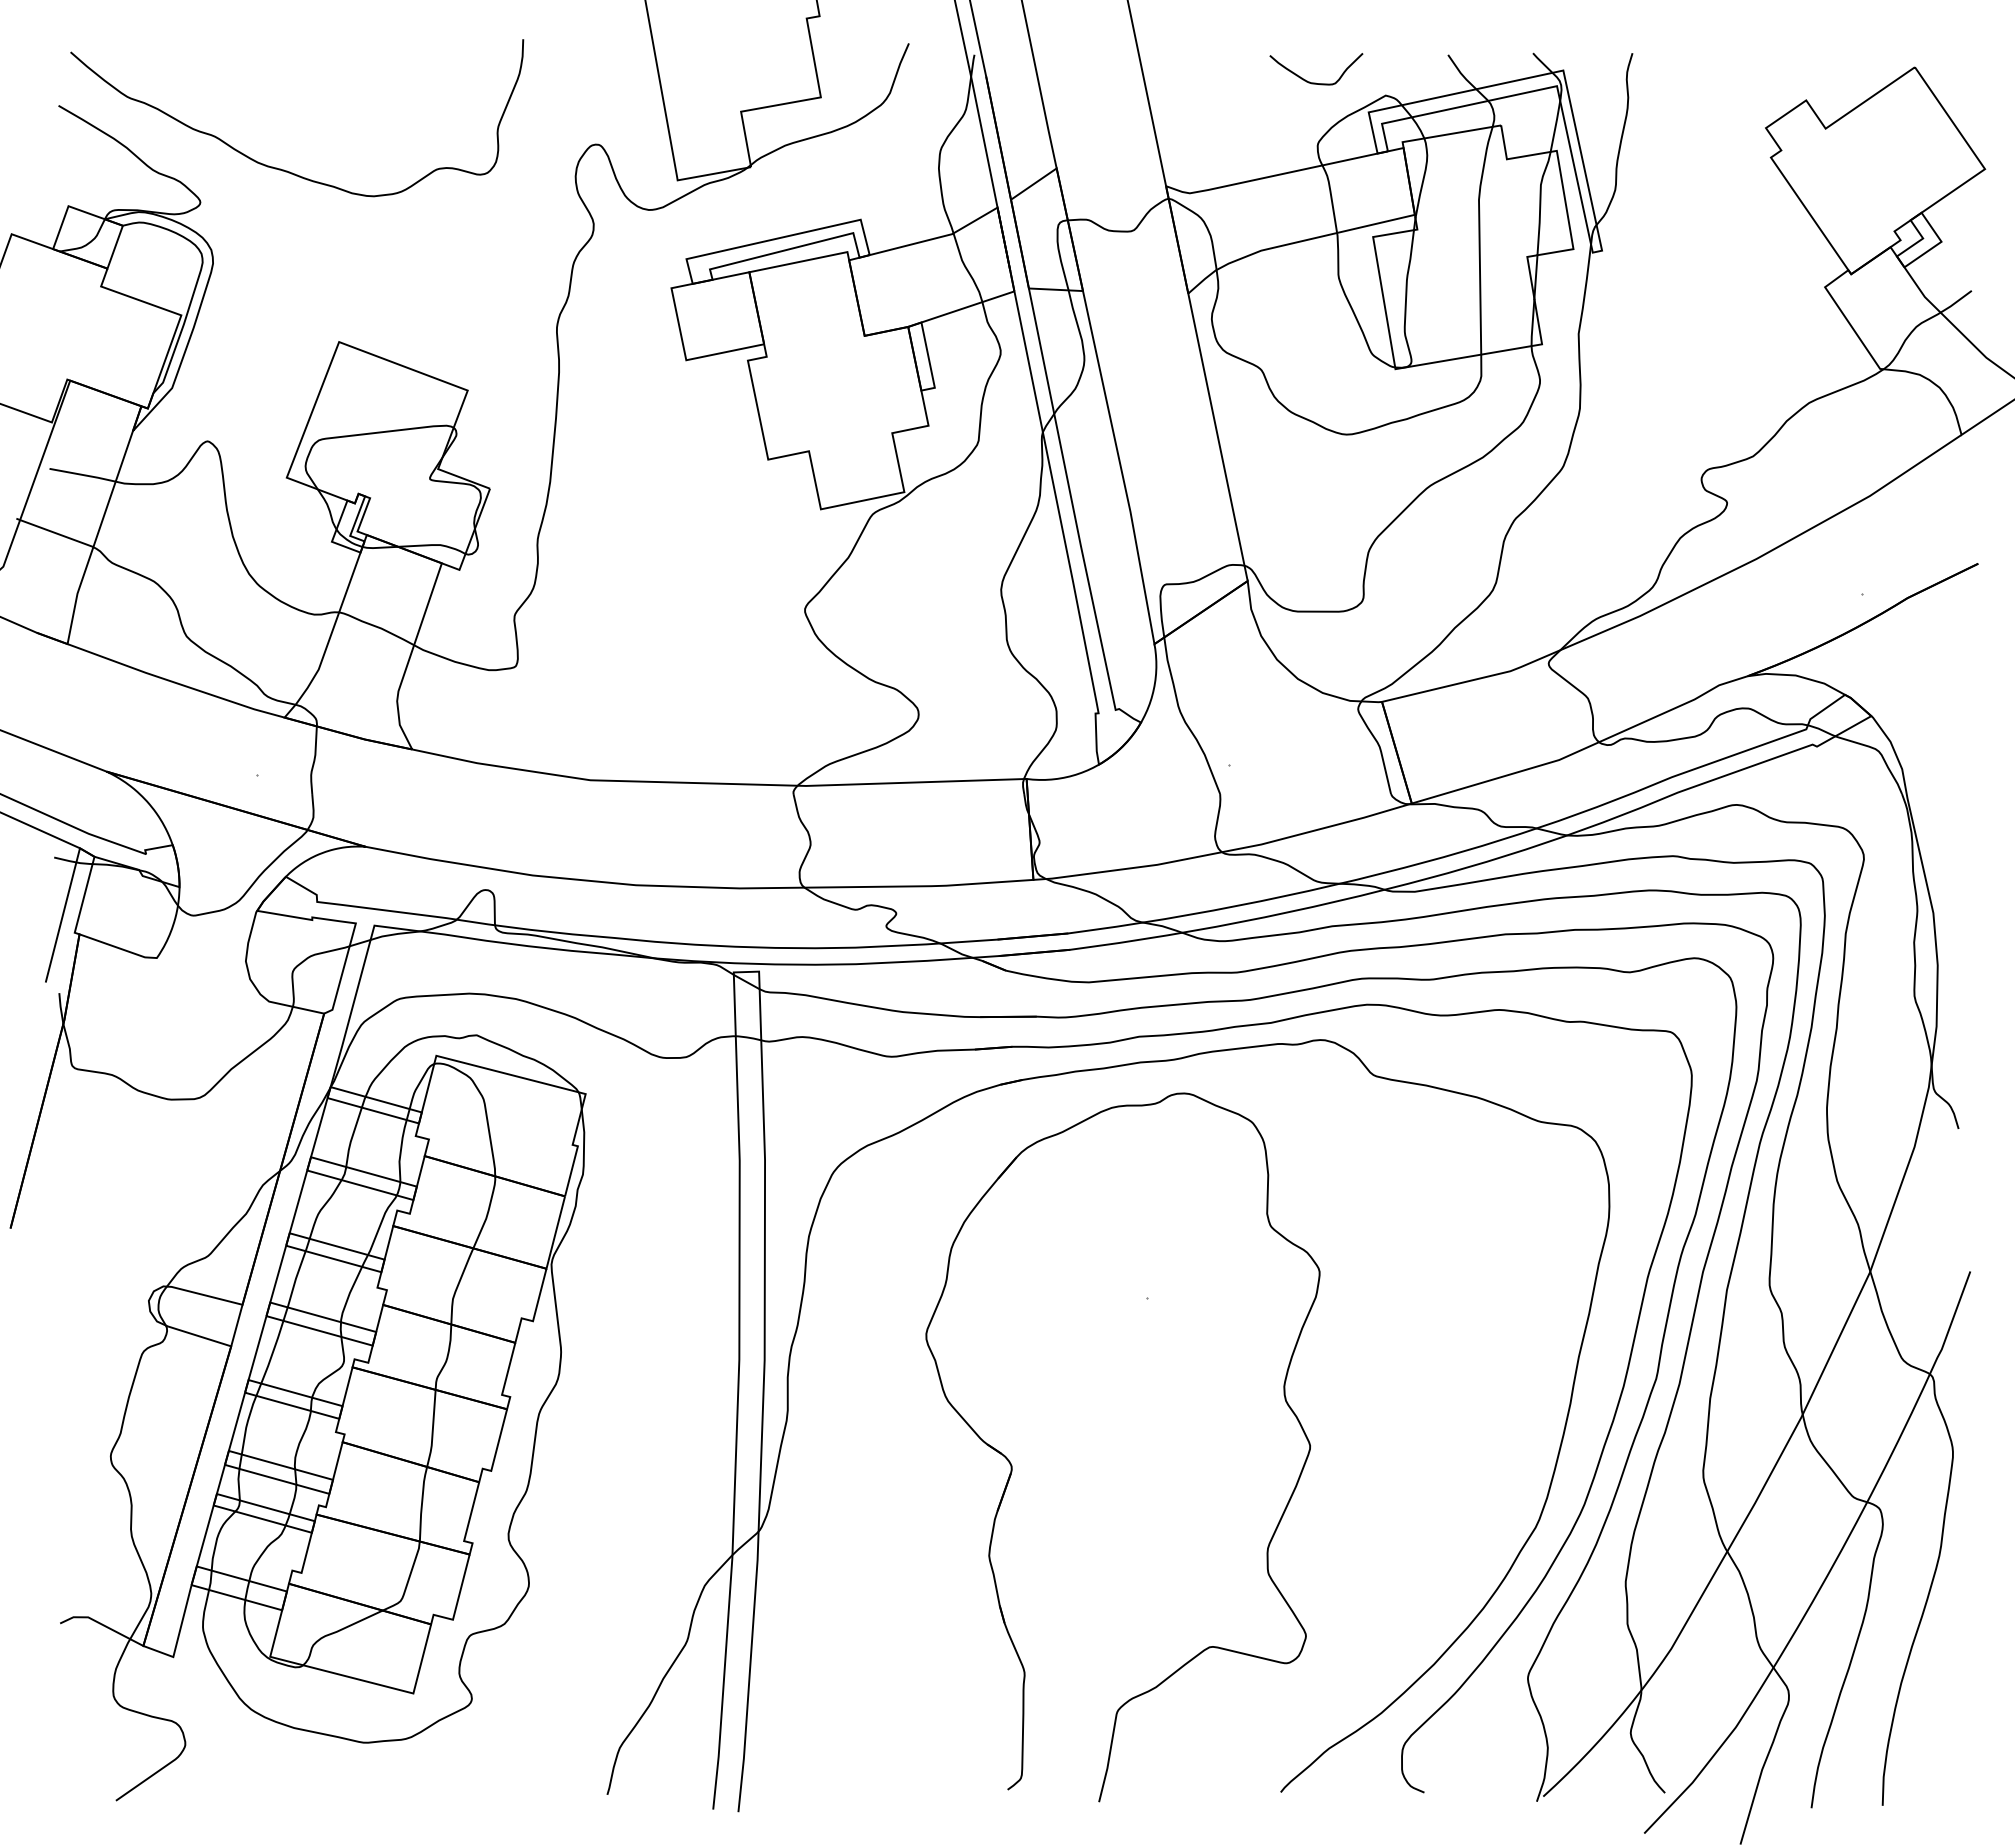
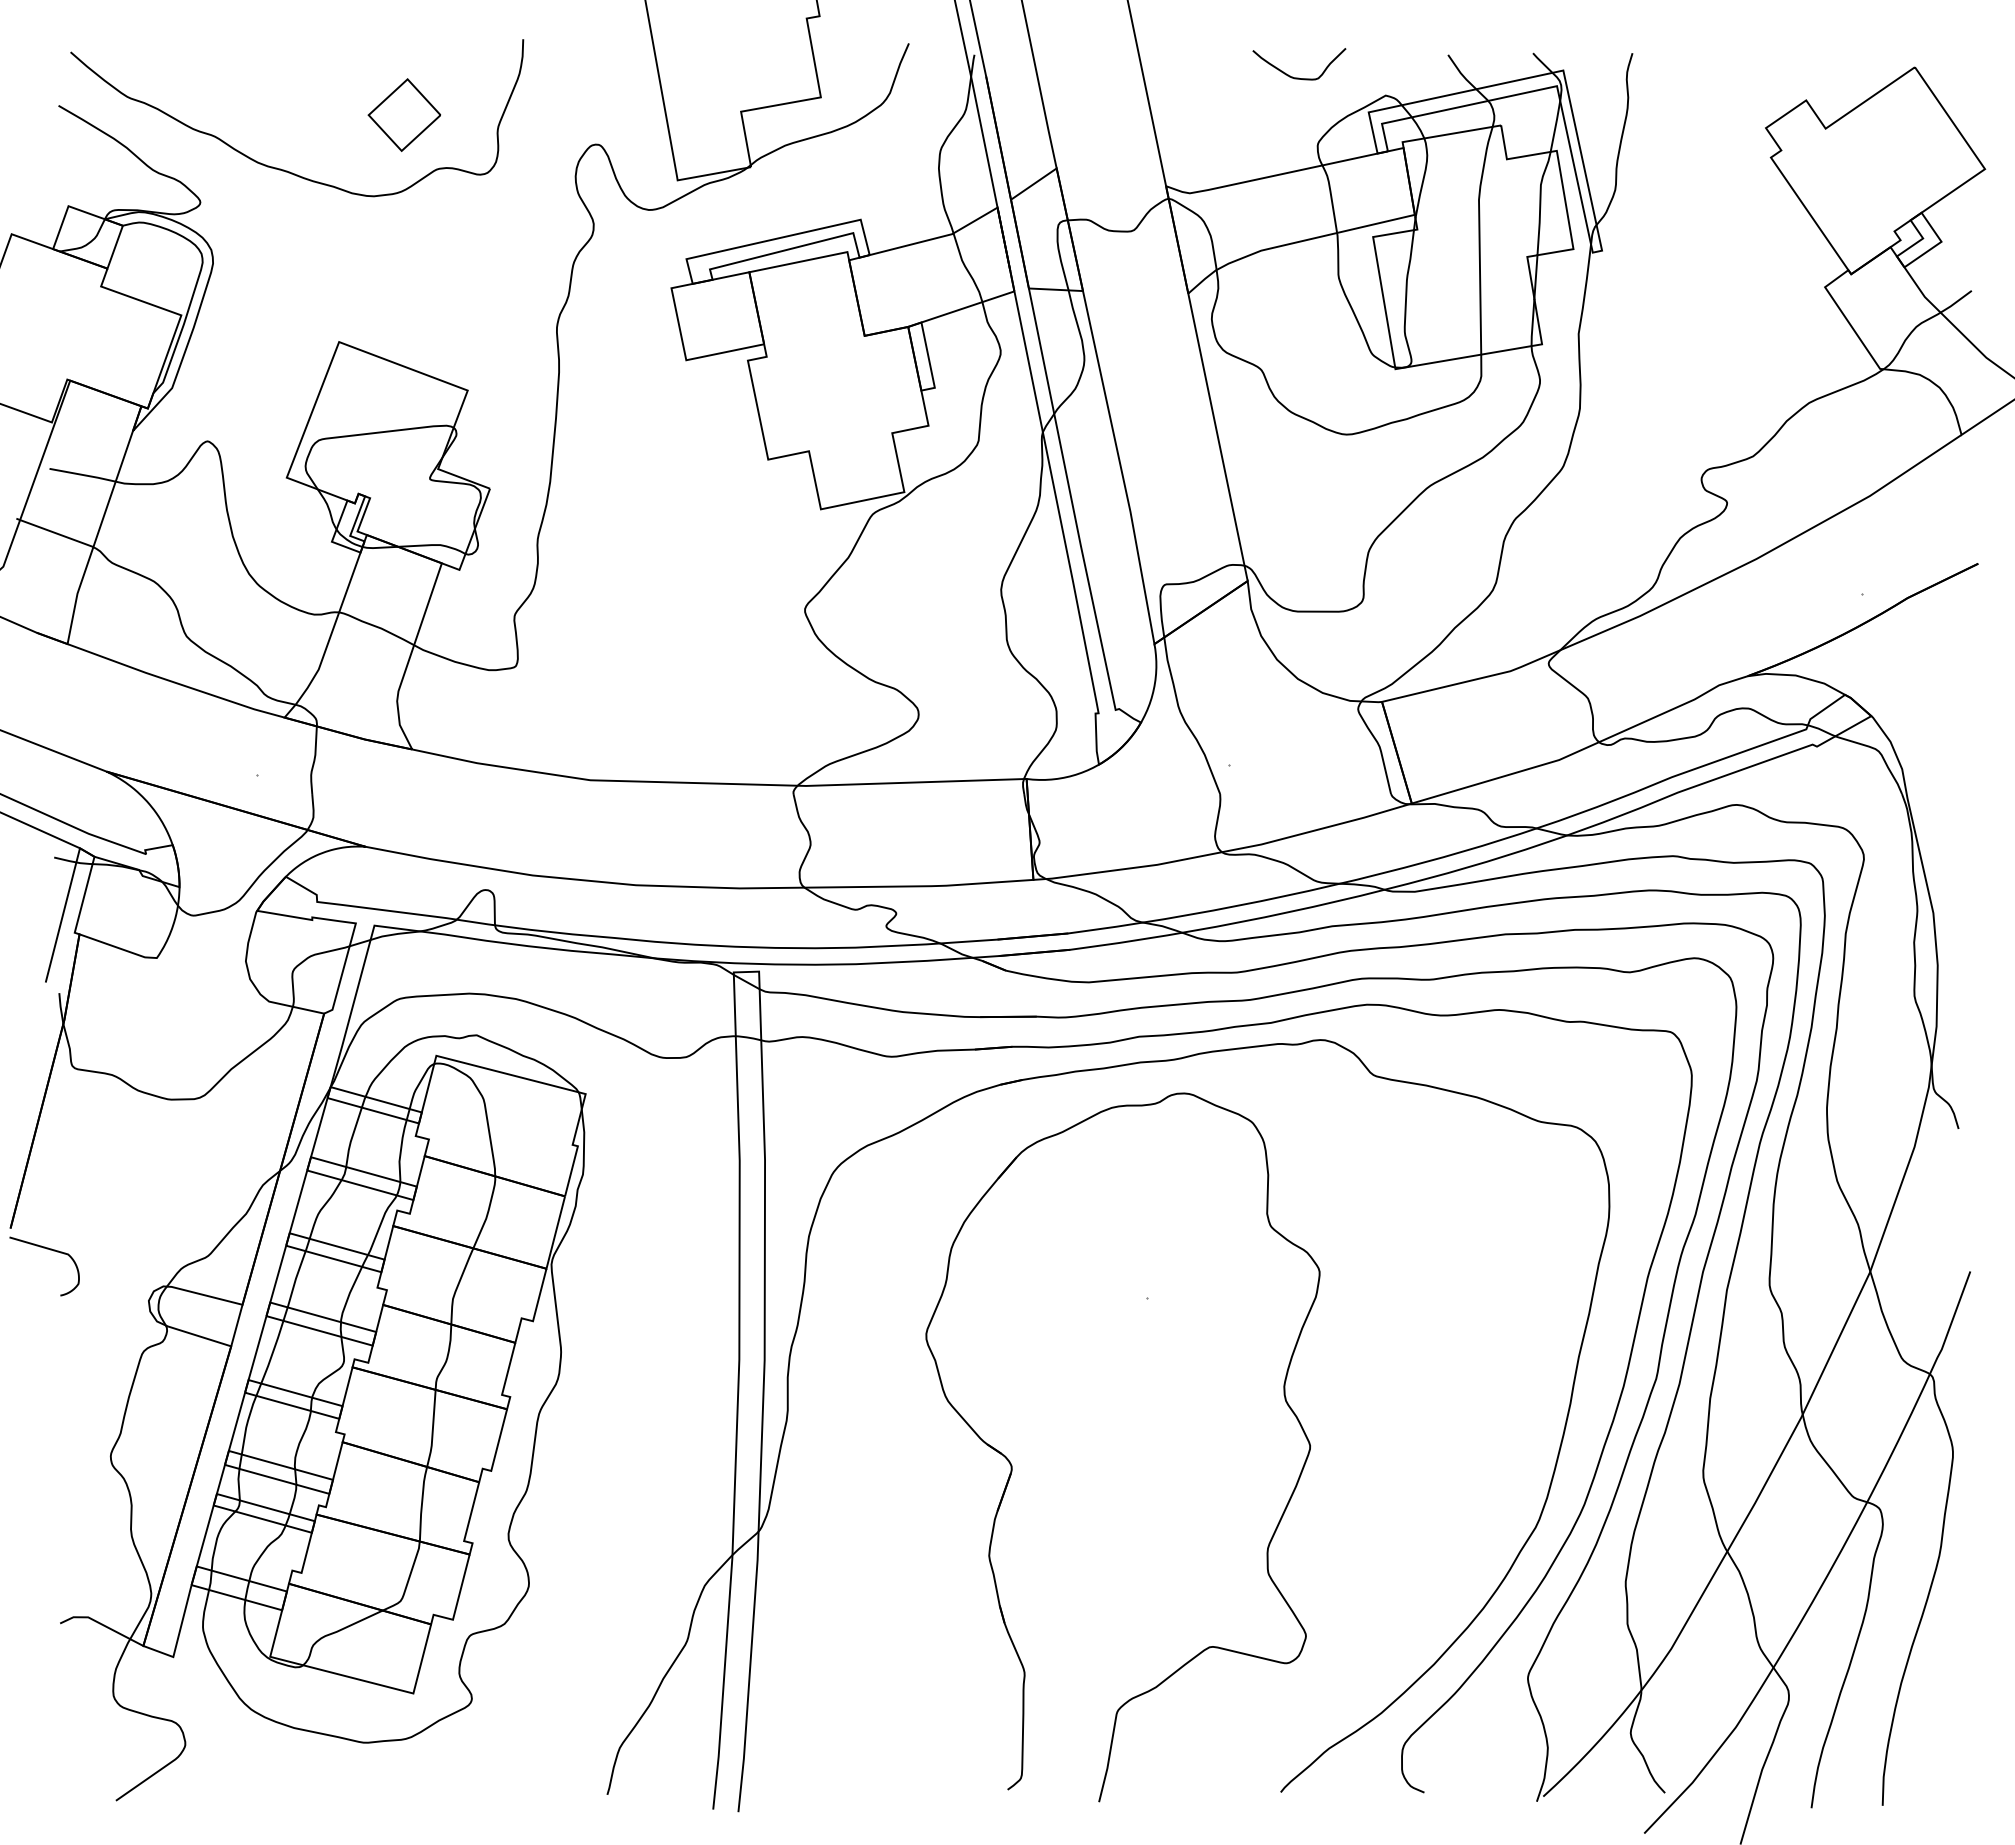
curve at (1316, 82) position: (1316, 82) -> (1299, 77)
part at (403, 114): none -> present
curve at (50, 1250): none -> present
